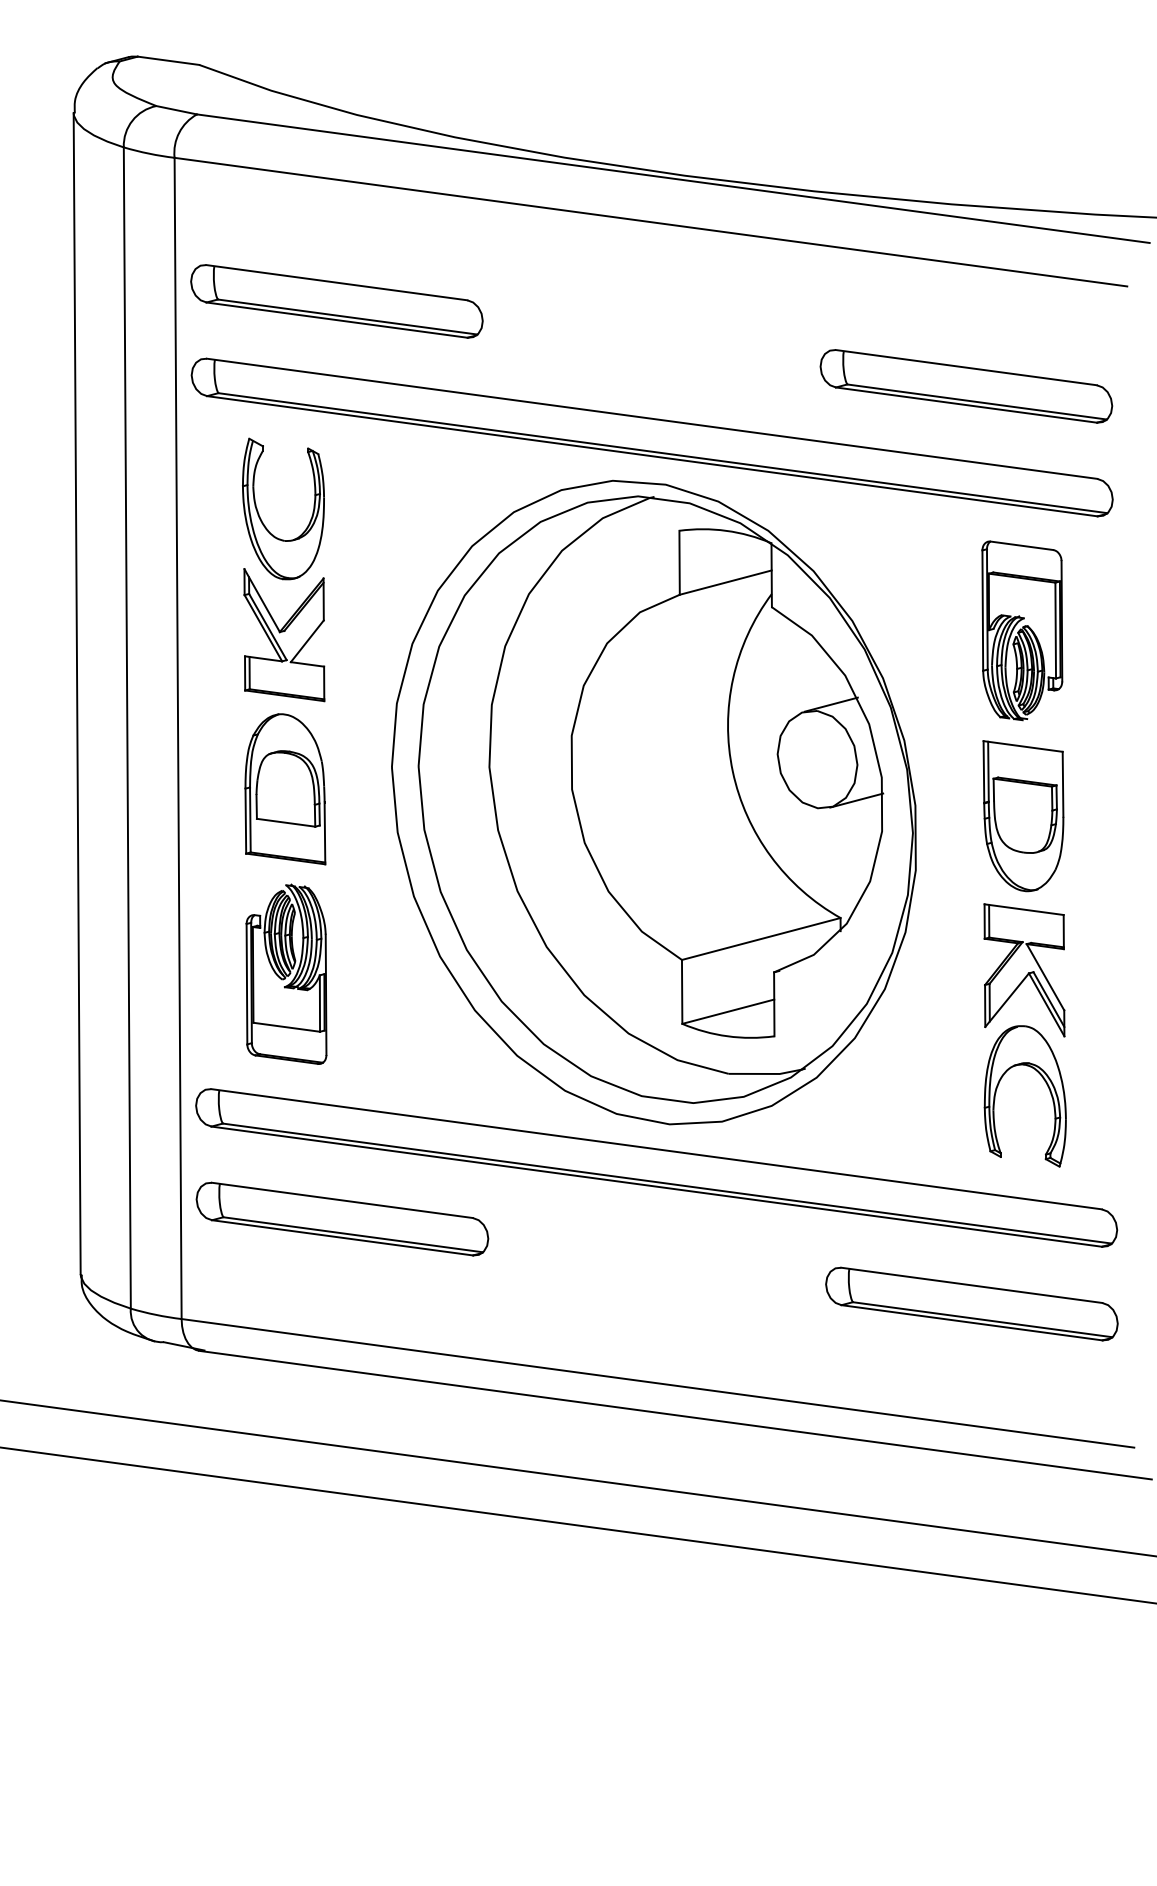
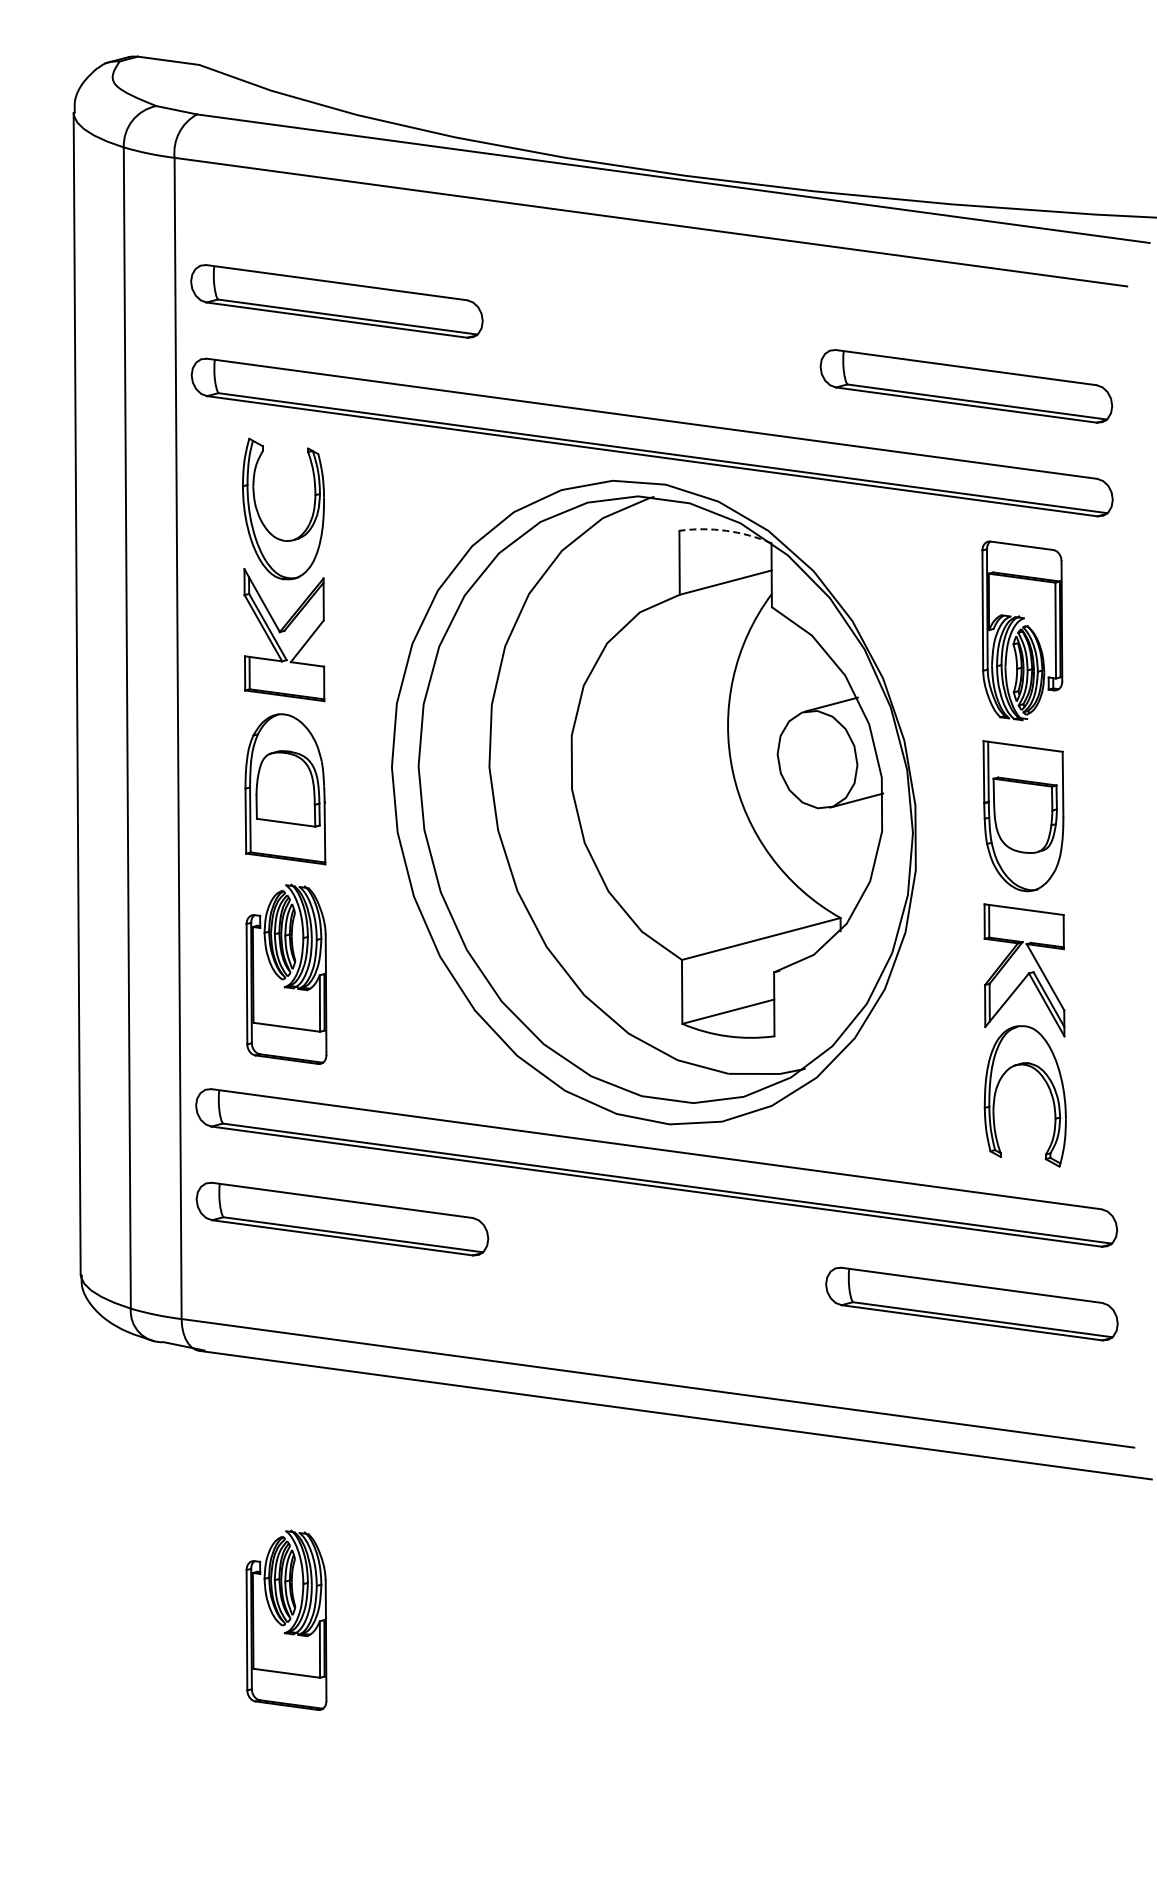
arc at (726, 530): solid -> dashed
line at (577, 1477): present -> none
line at (577, 1525): present -> none
part at (286, 1619): none -> present
